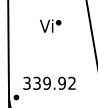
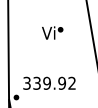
text at (50, 25) position: (50, 25) -> (52, 32)
